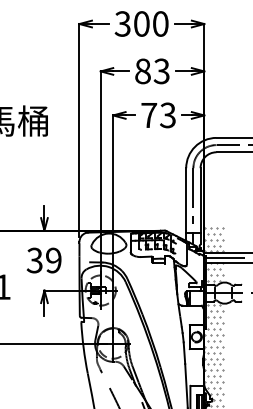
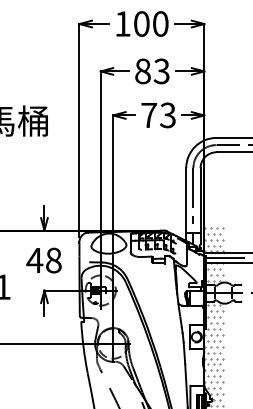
text at (122, 23): 300 -> 100
text at (43, 260): 39 -> 48
